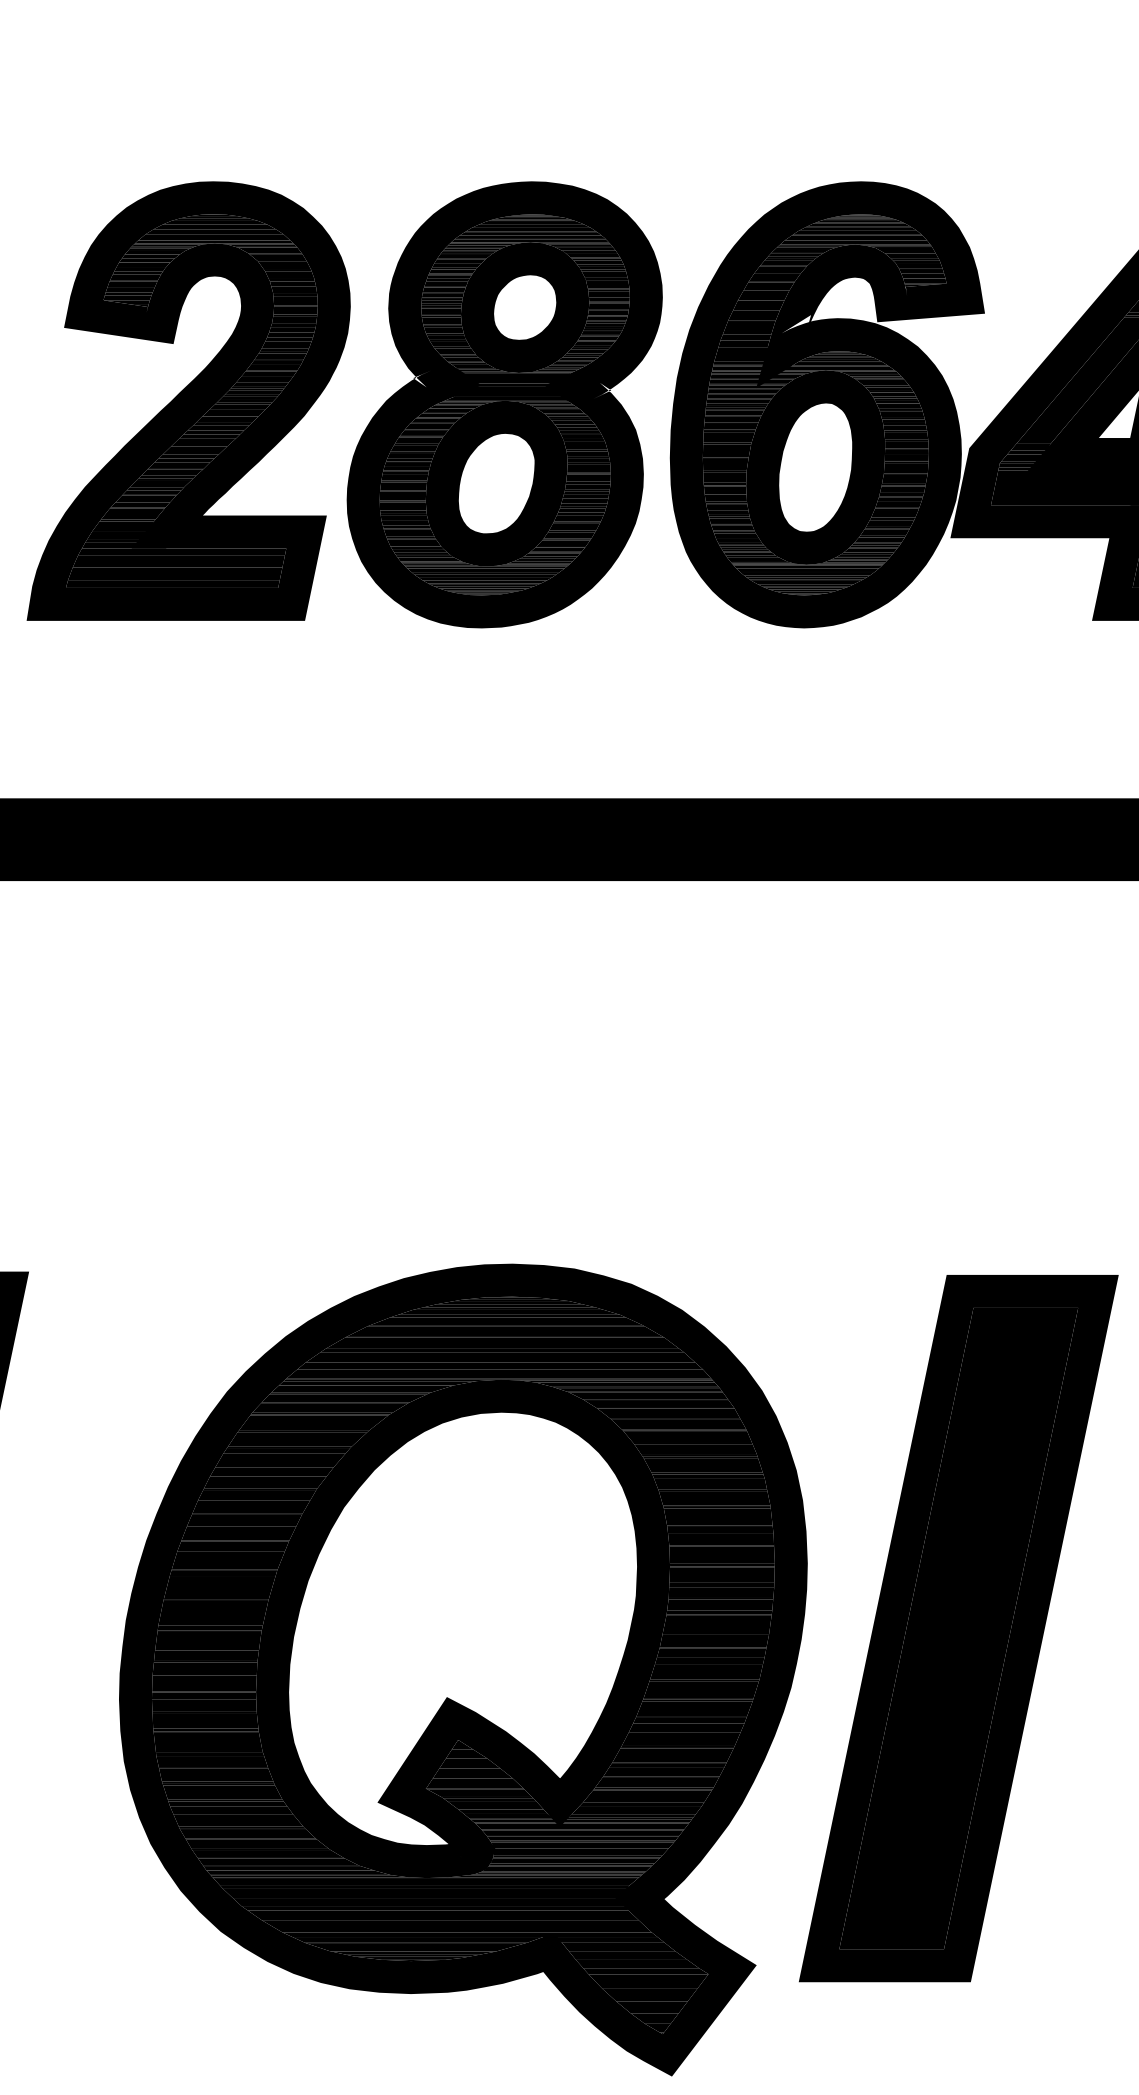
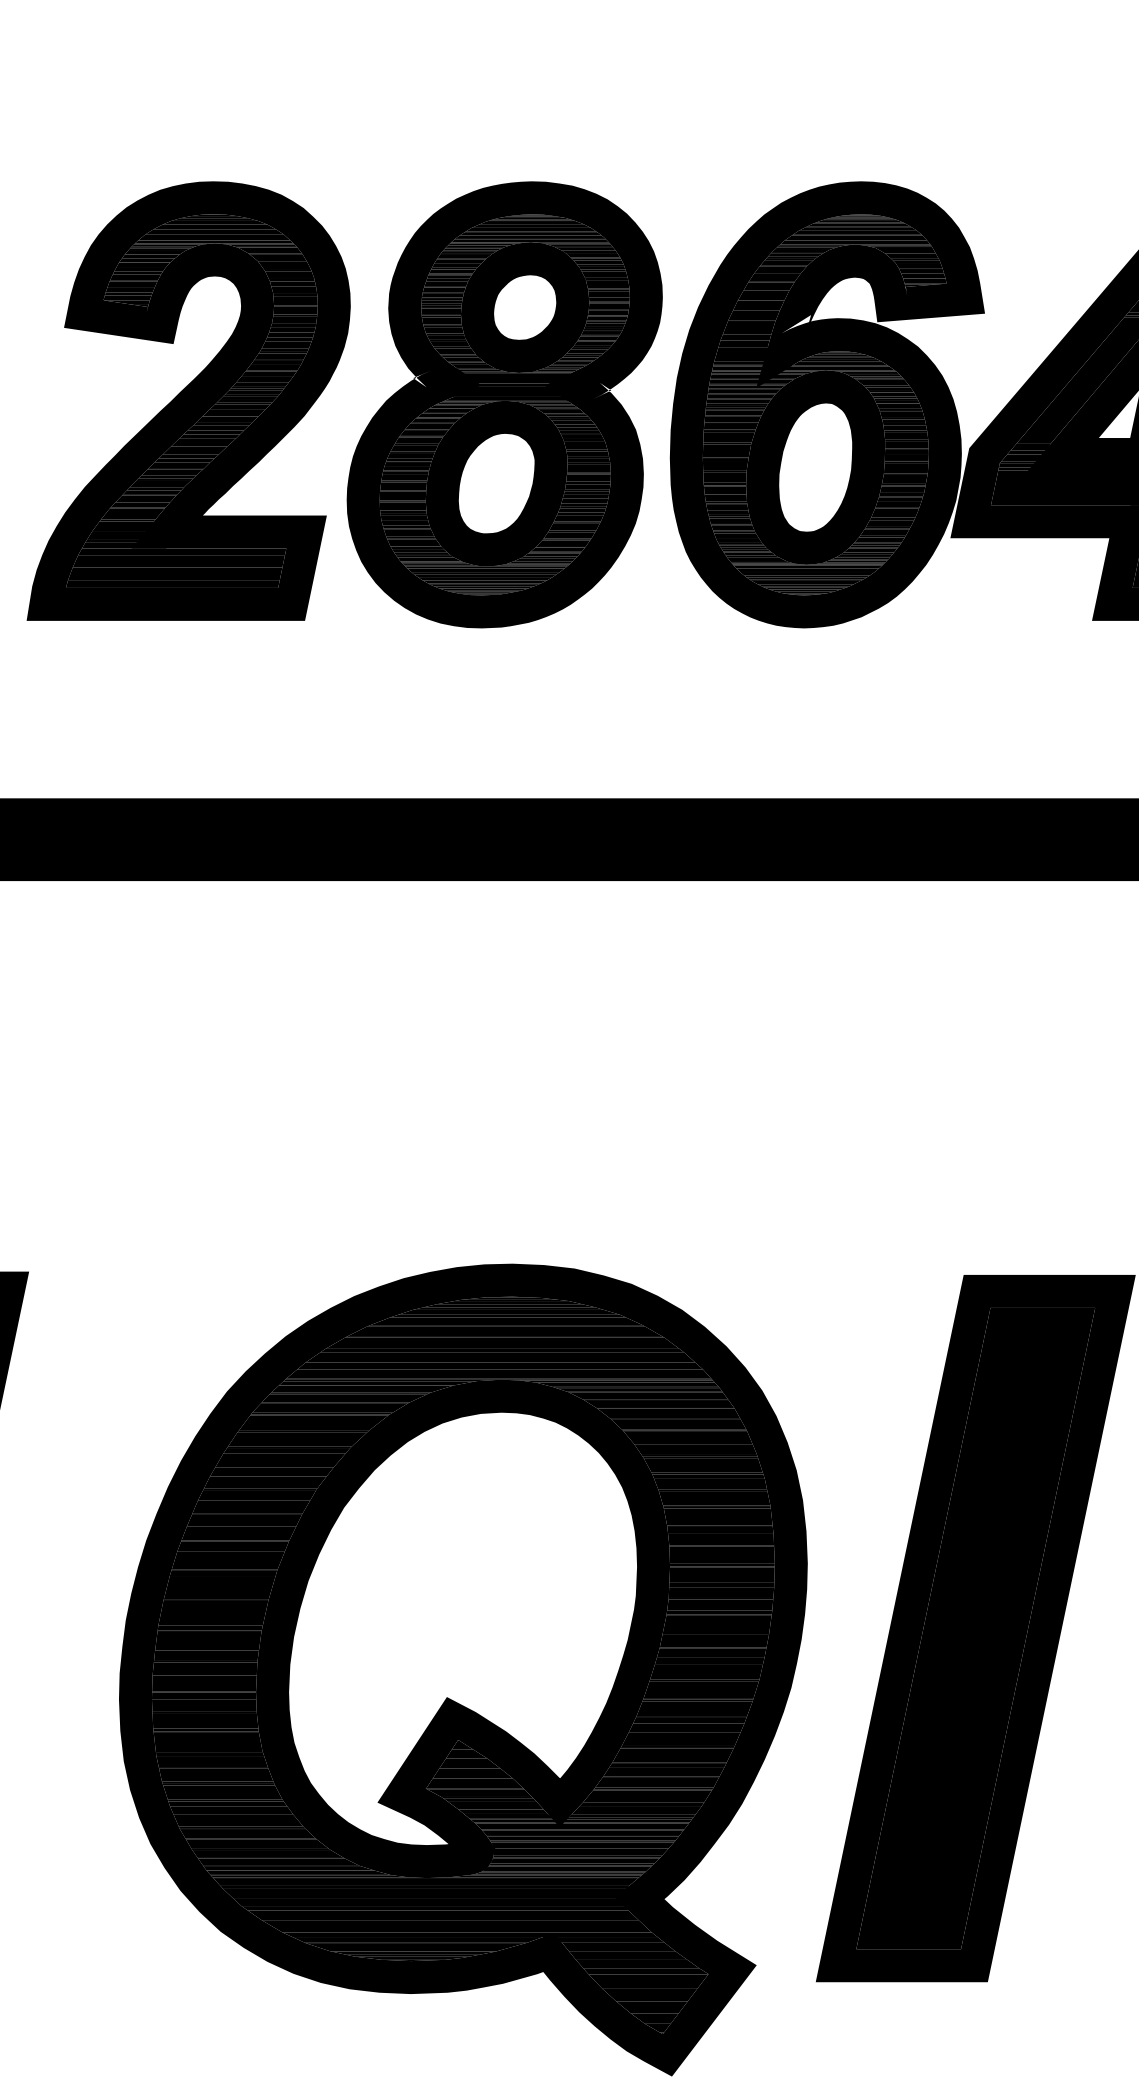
part at (958, 1628) position: (958, 1628) -> (975, 1628)
